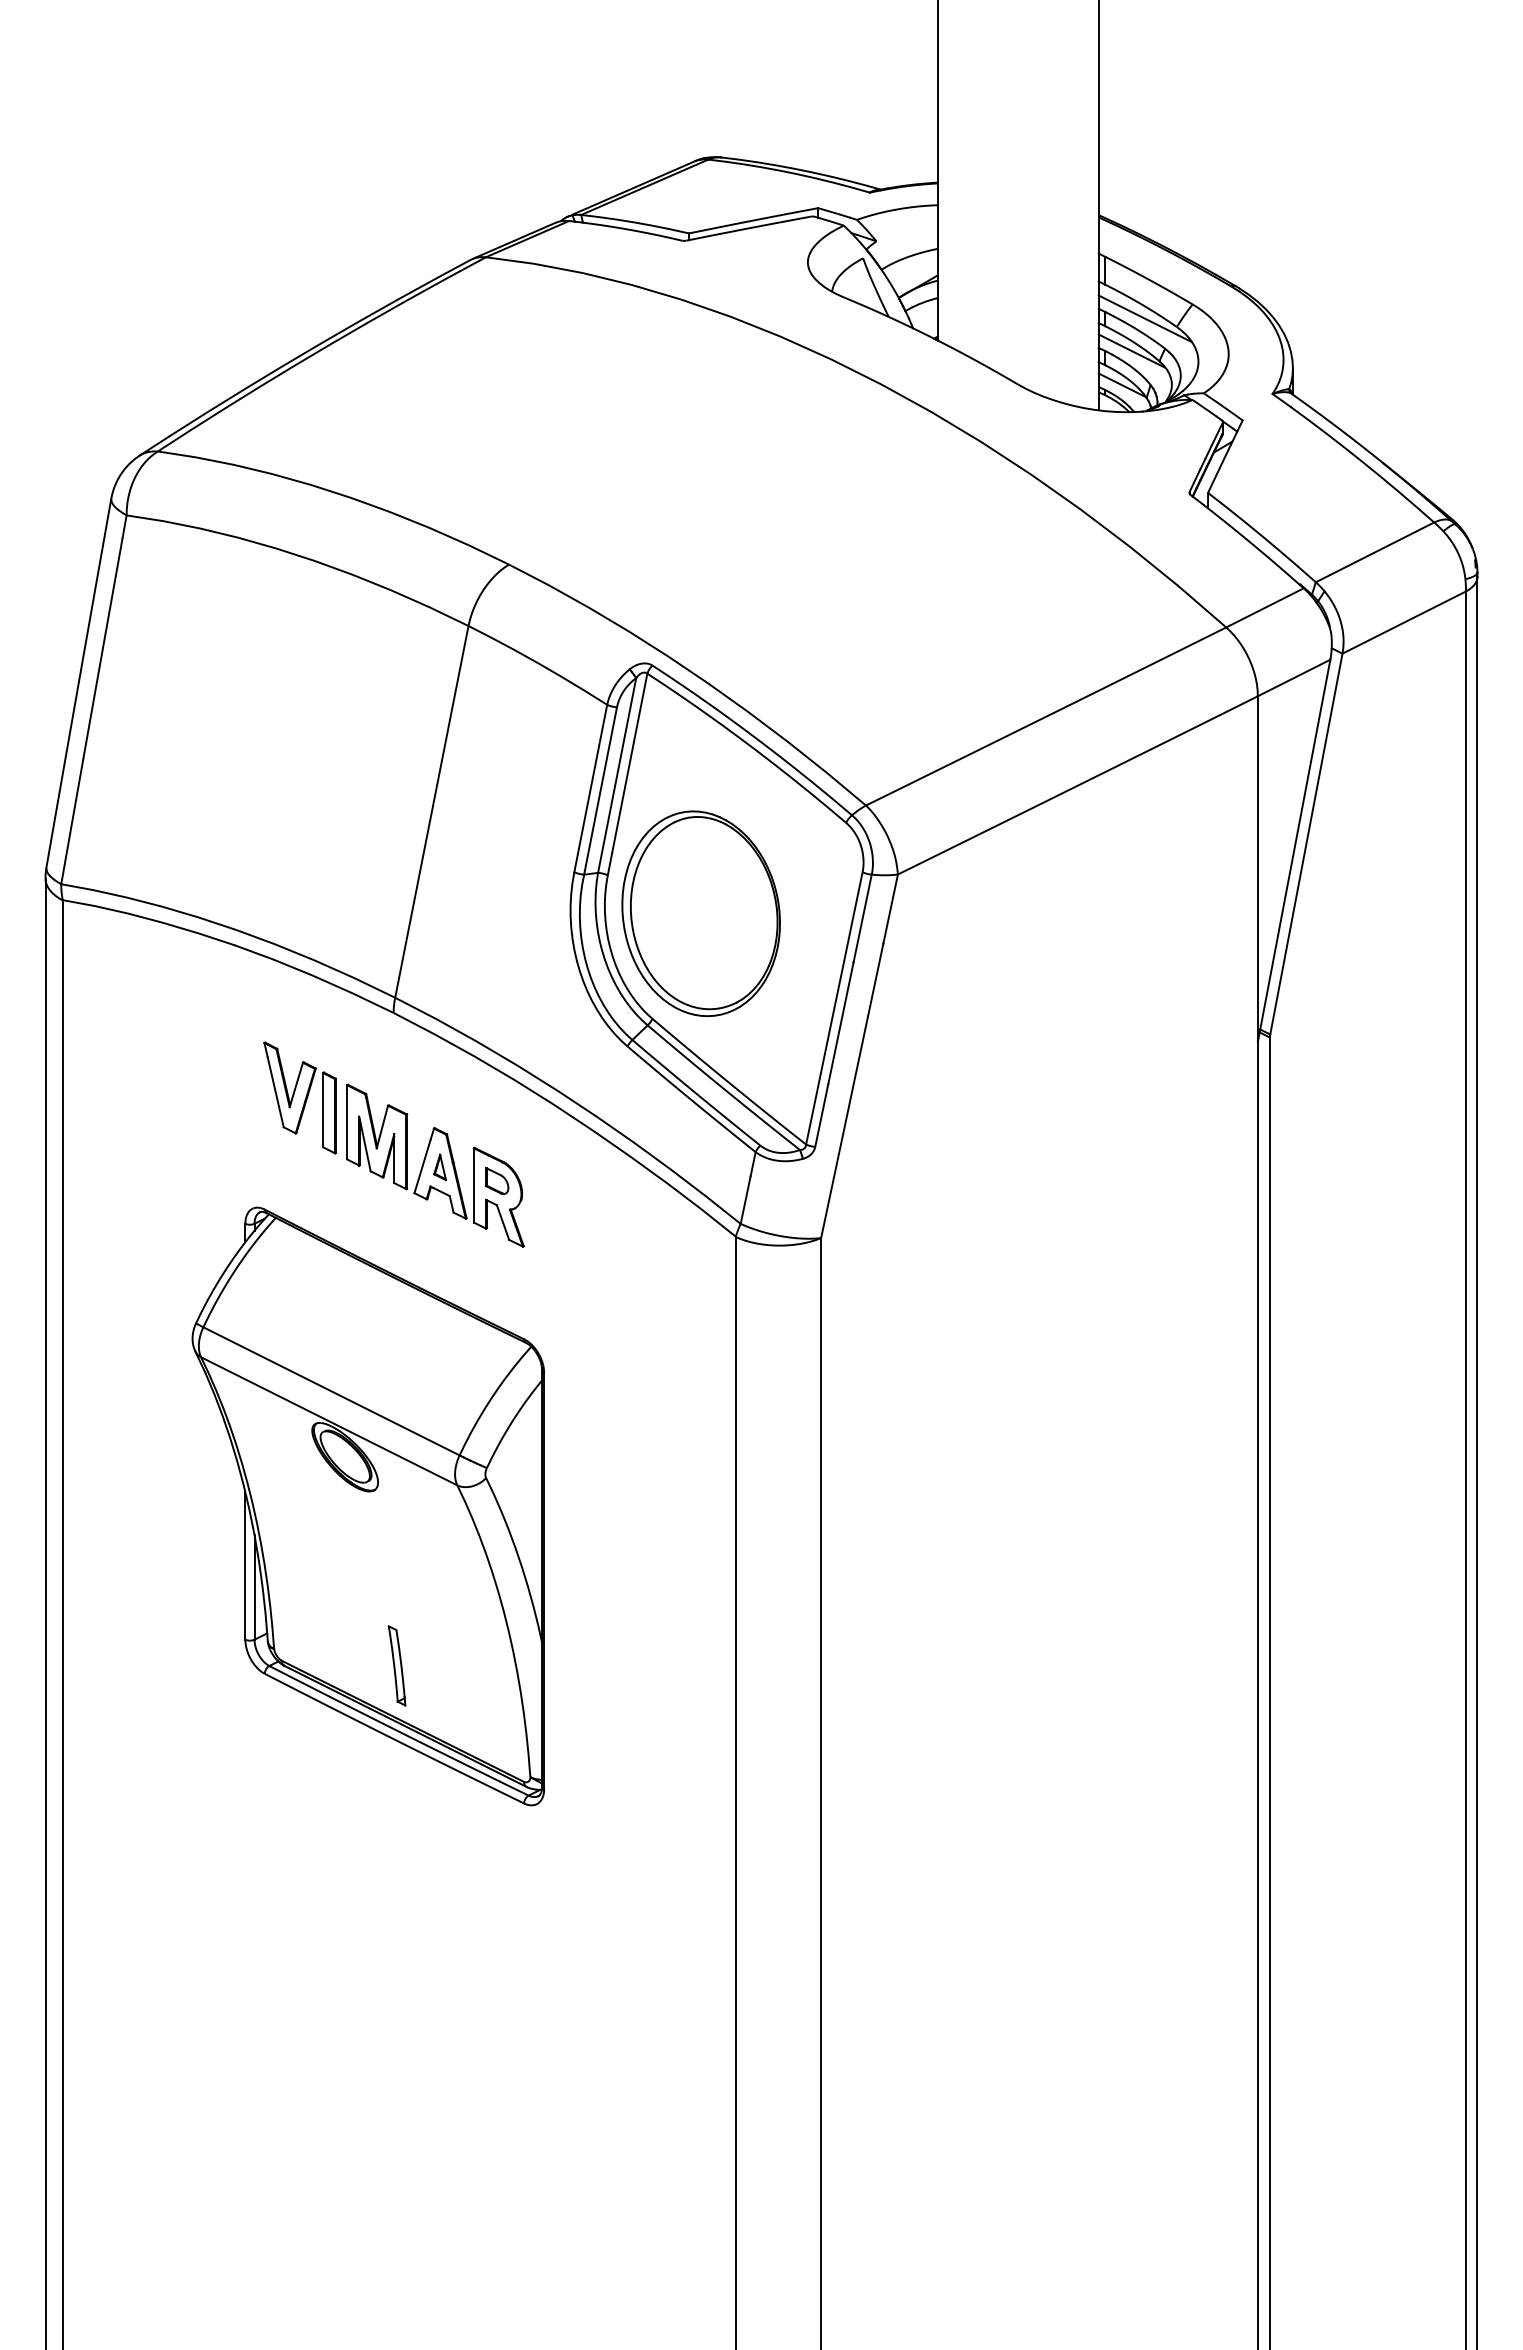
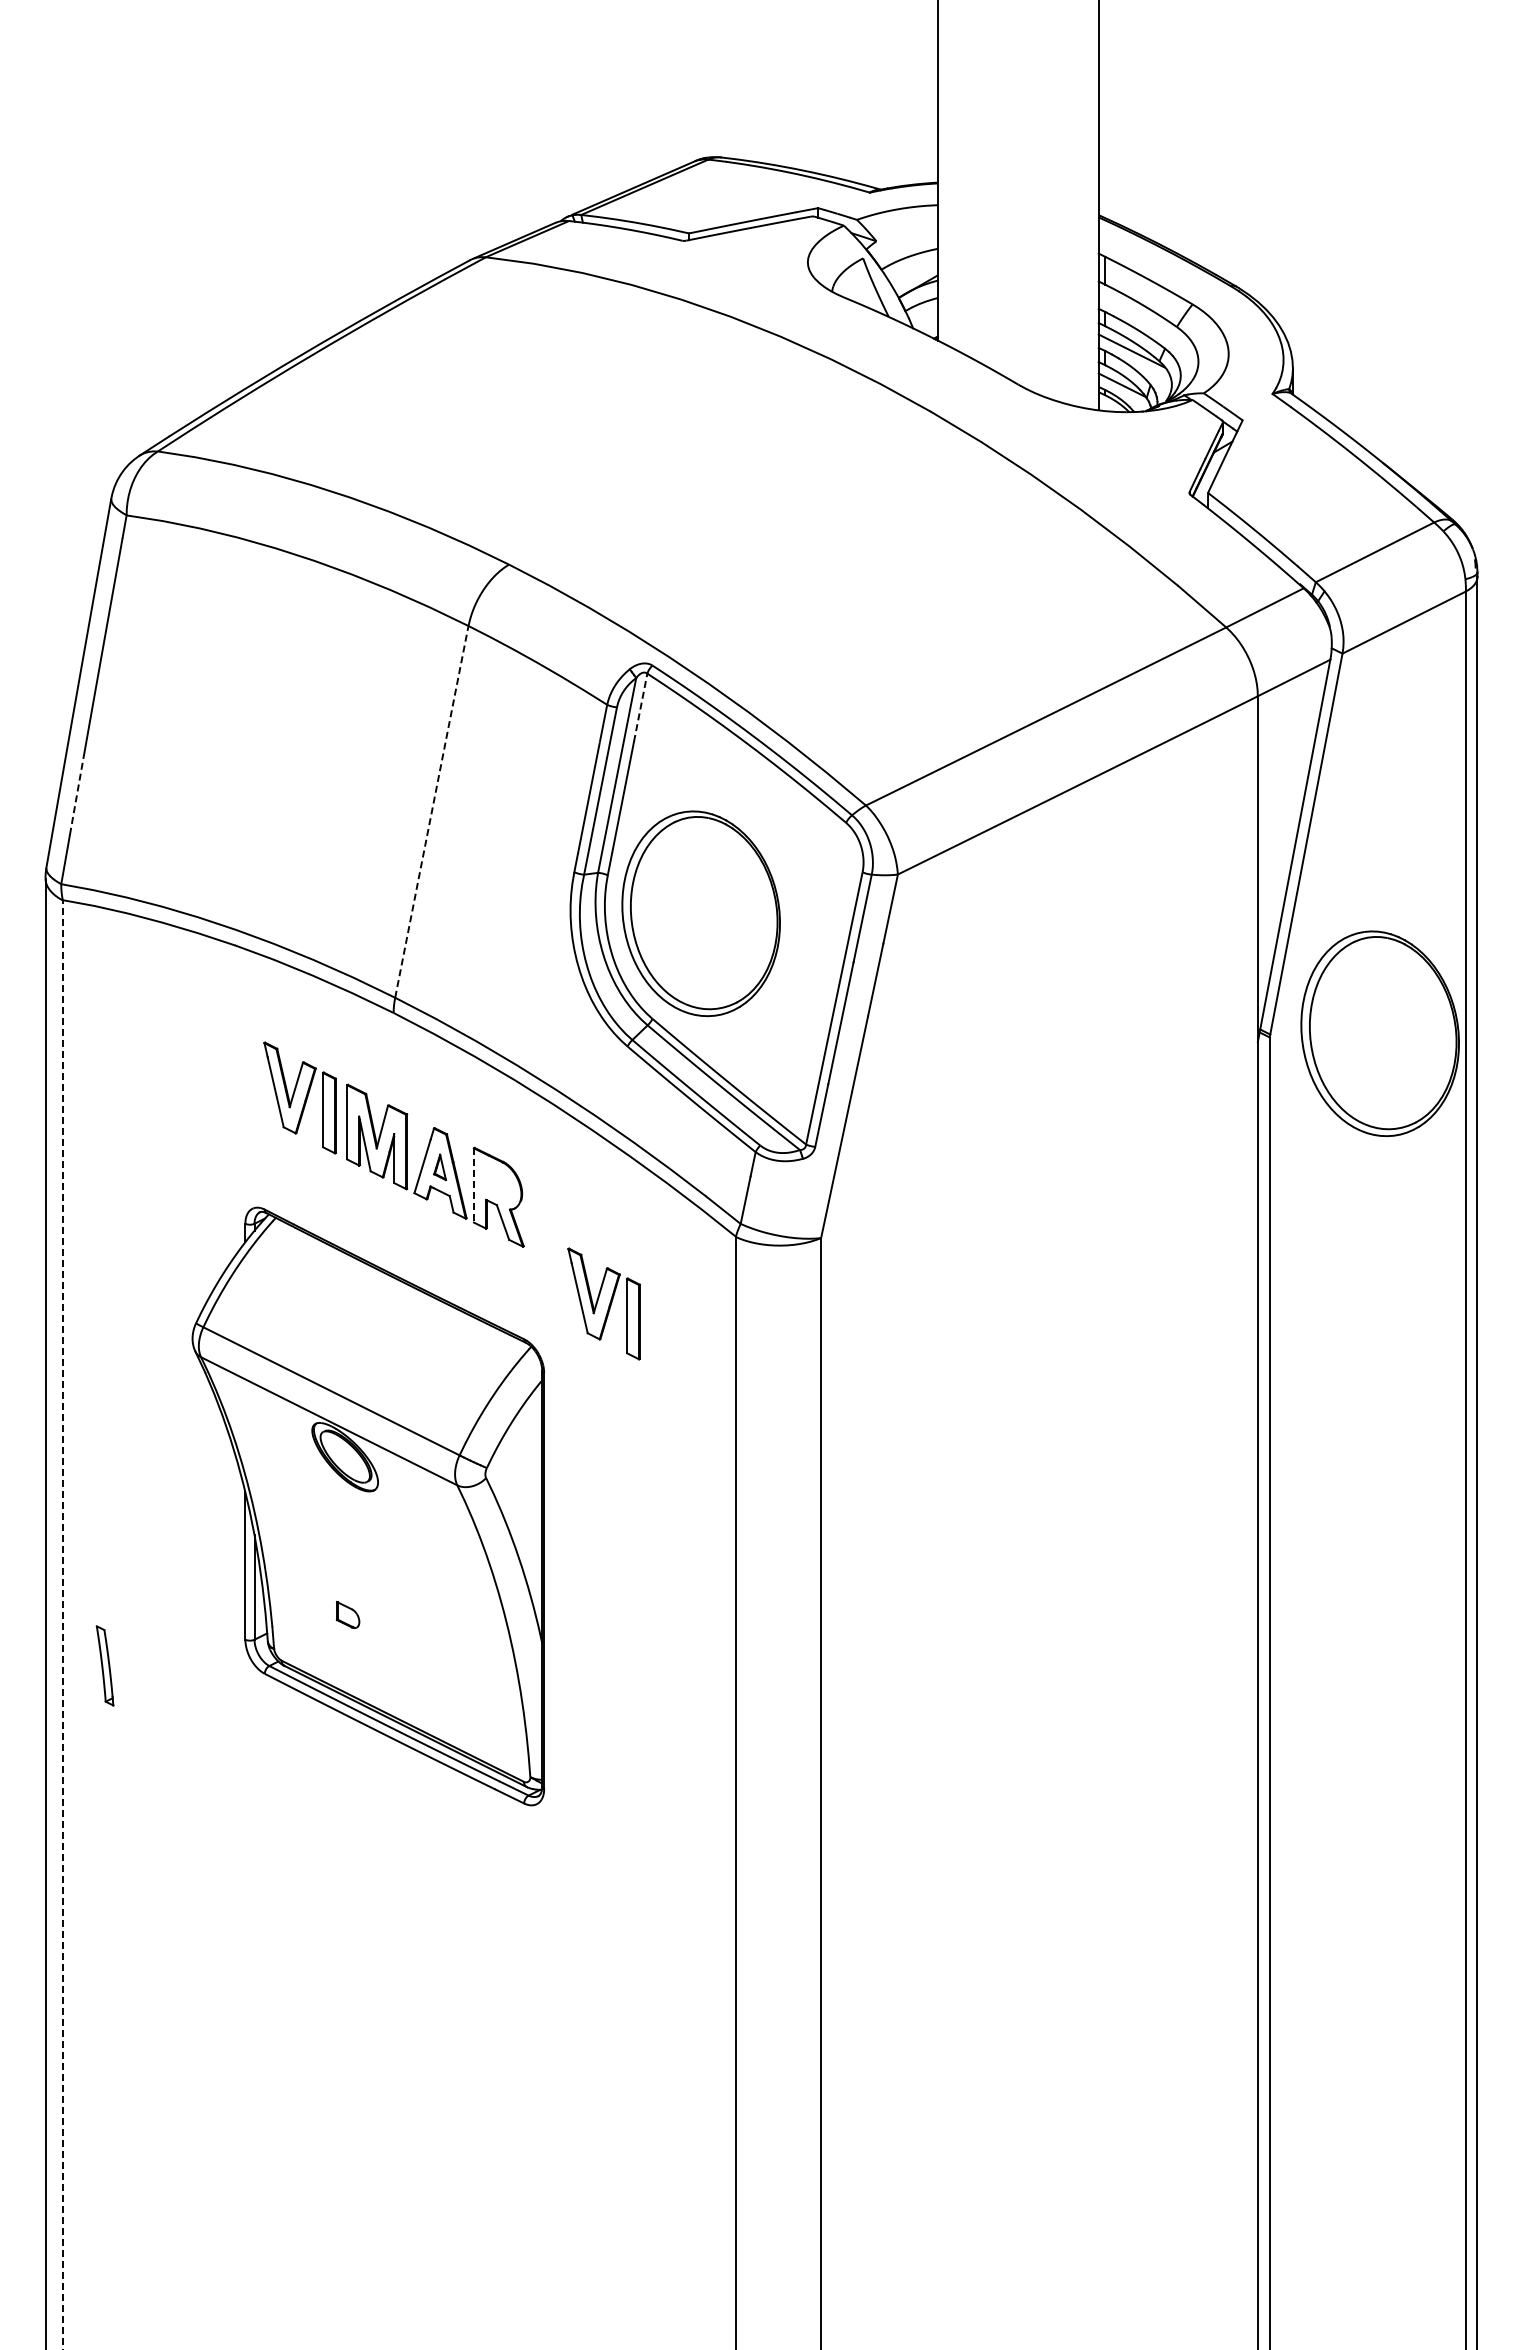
line at (1145, 318): present -> none
line at (640, 707): solid -> dashed
line at (76, 796): solid -> dashed
line at (431, 811): solid -> dashed
part at (1379, 1033): none -> present
part at (497, 1180) position: (497, 1180) -> (348, 1614)
line at (473, 1185): solid -> dashed
part at (603, 1303): none -> present
line at (62, 1625): solid -> dashed
part at (396, 1665) position: (396, 1665) -> (104, 1665)
